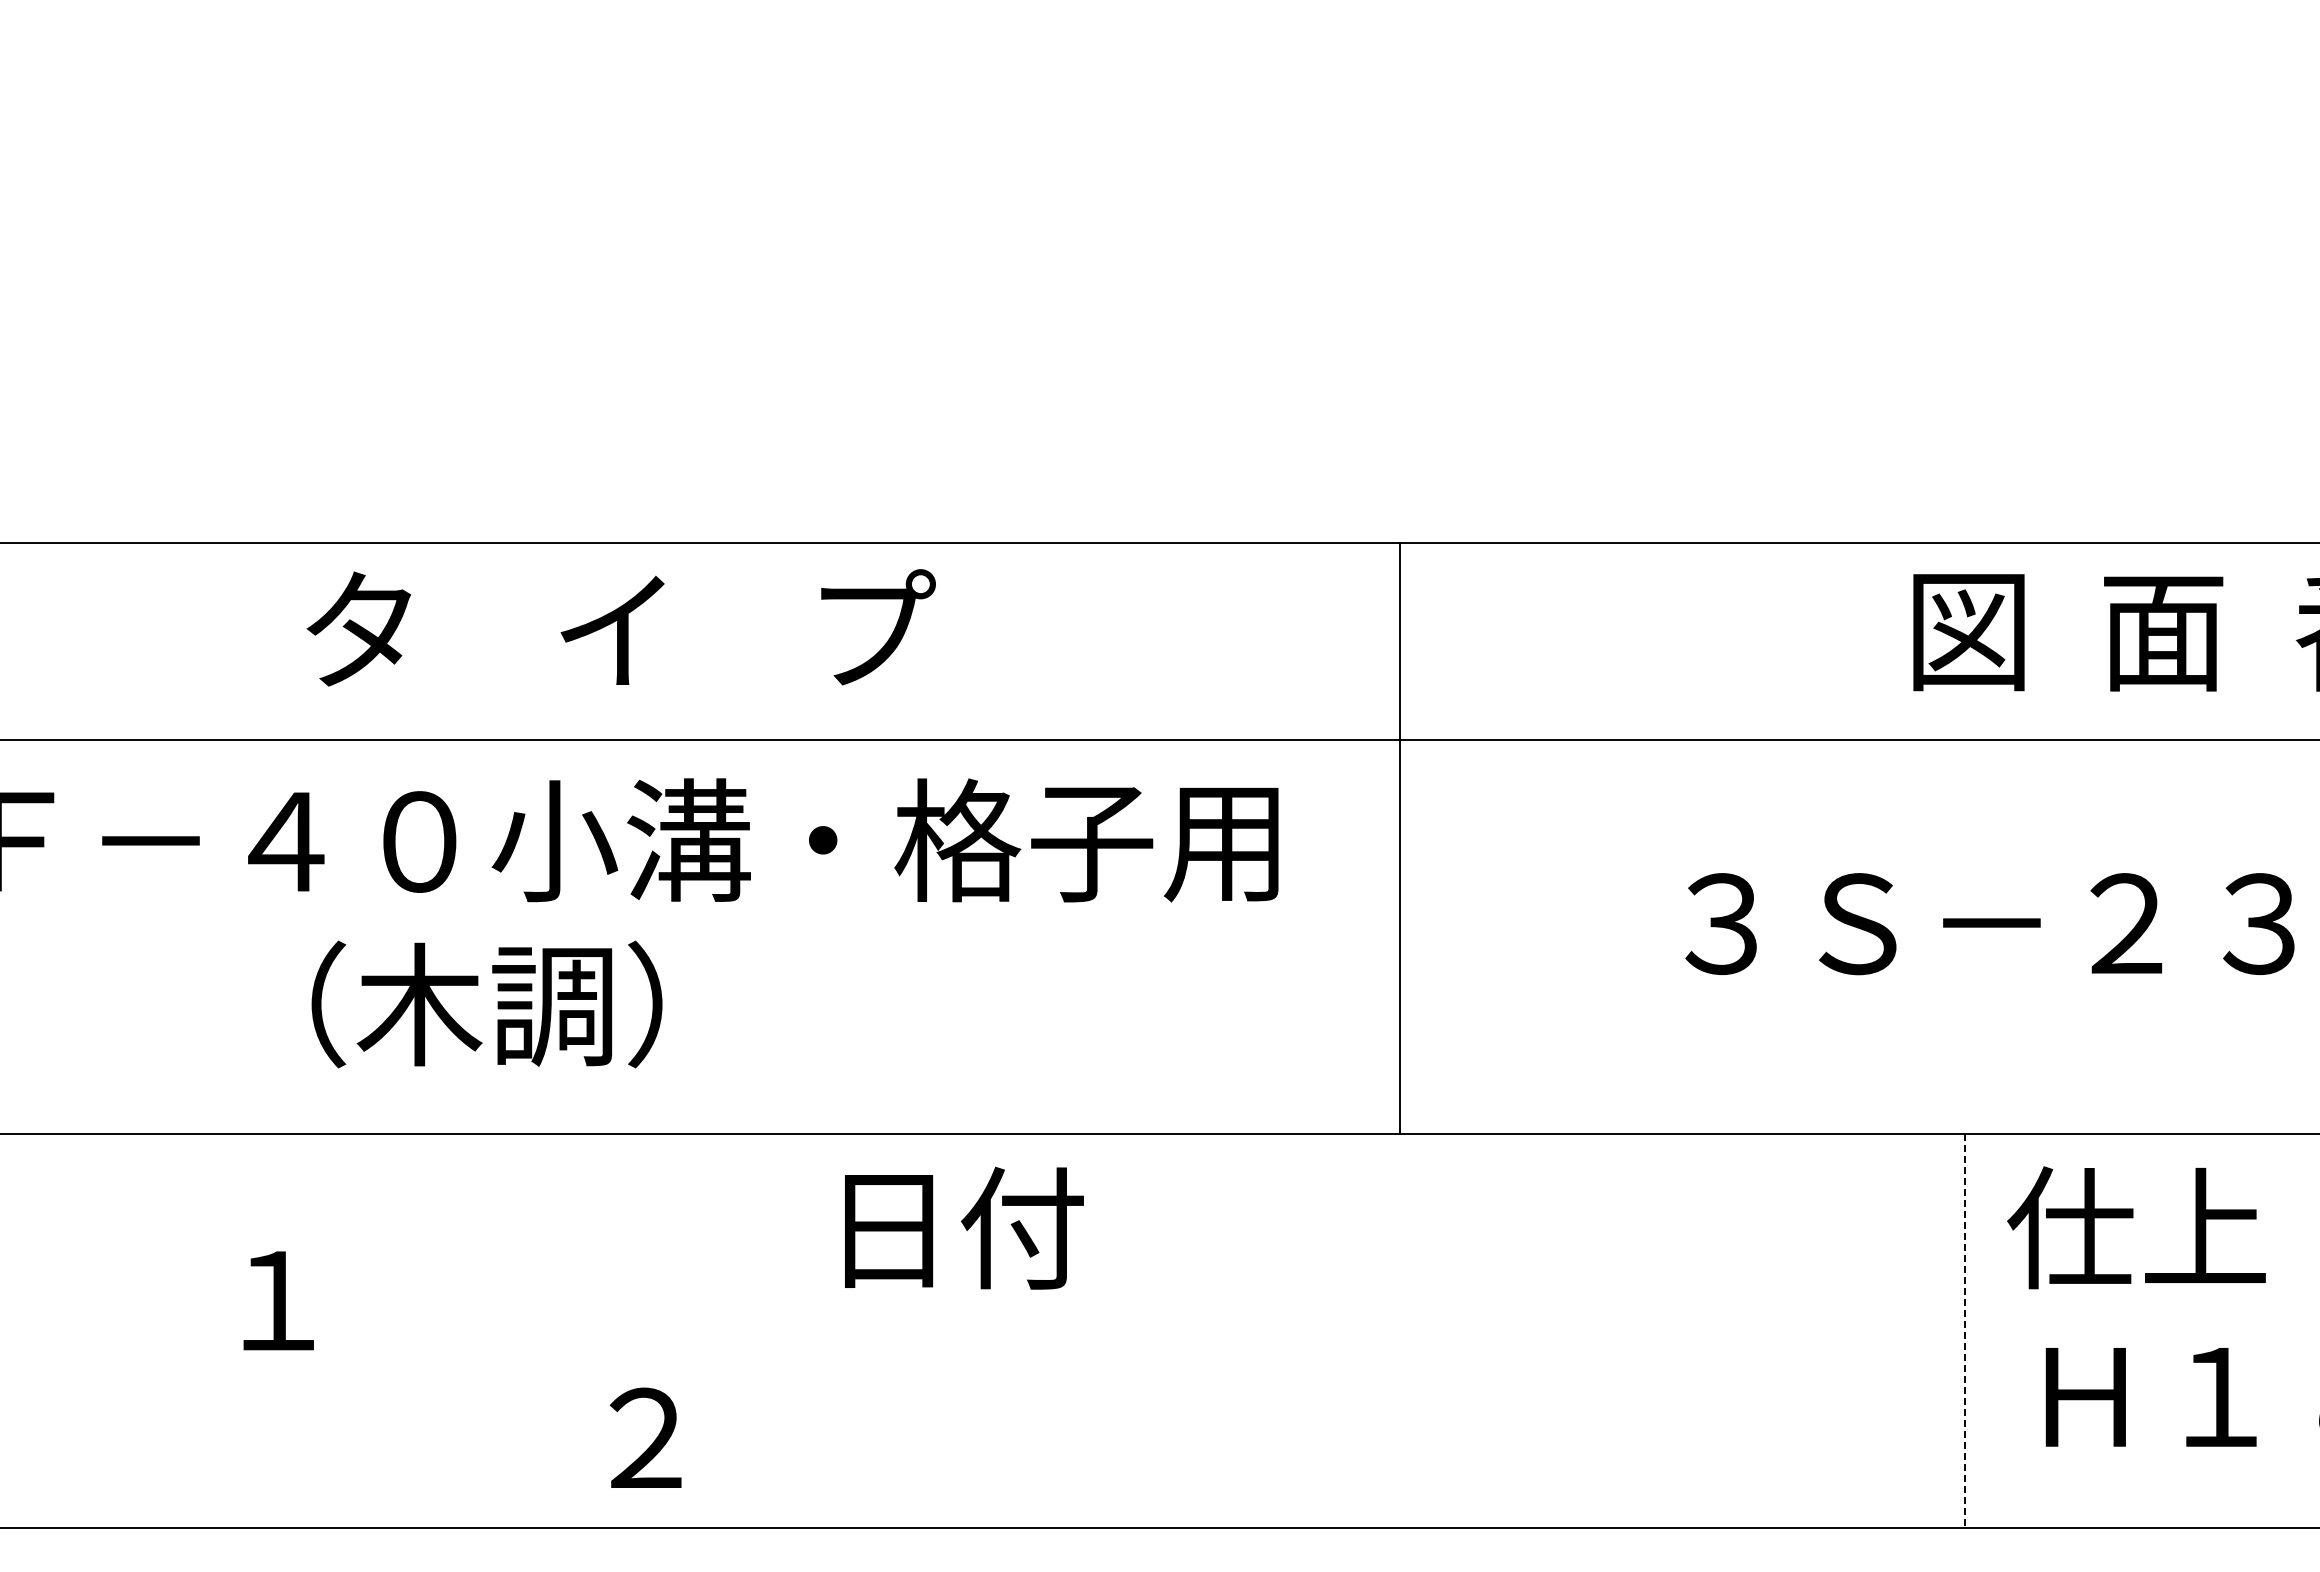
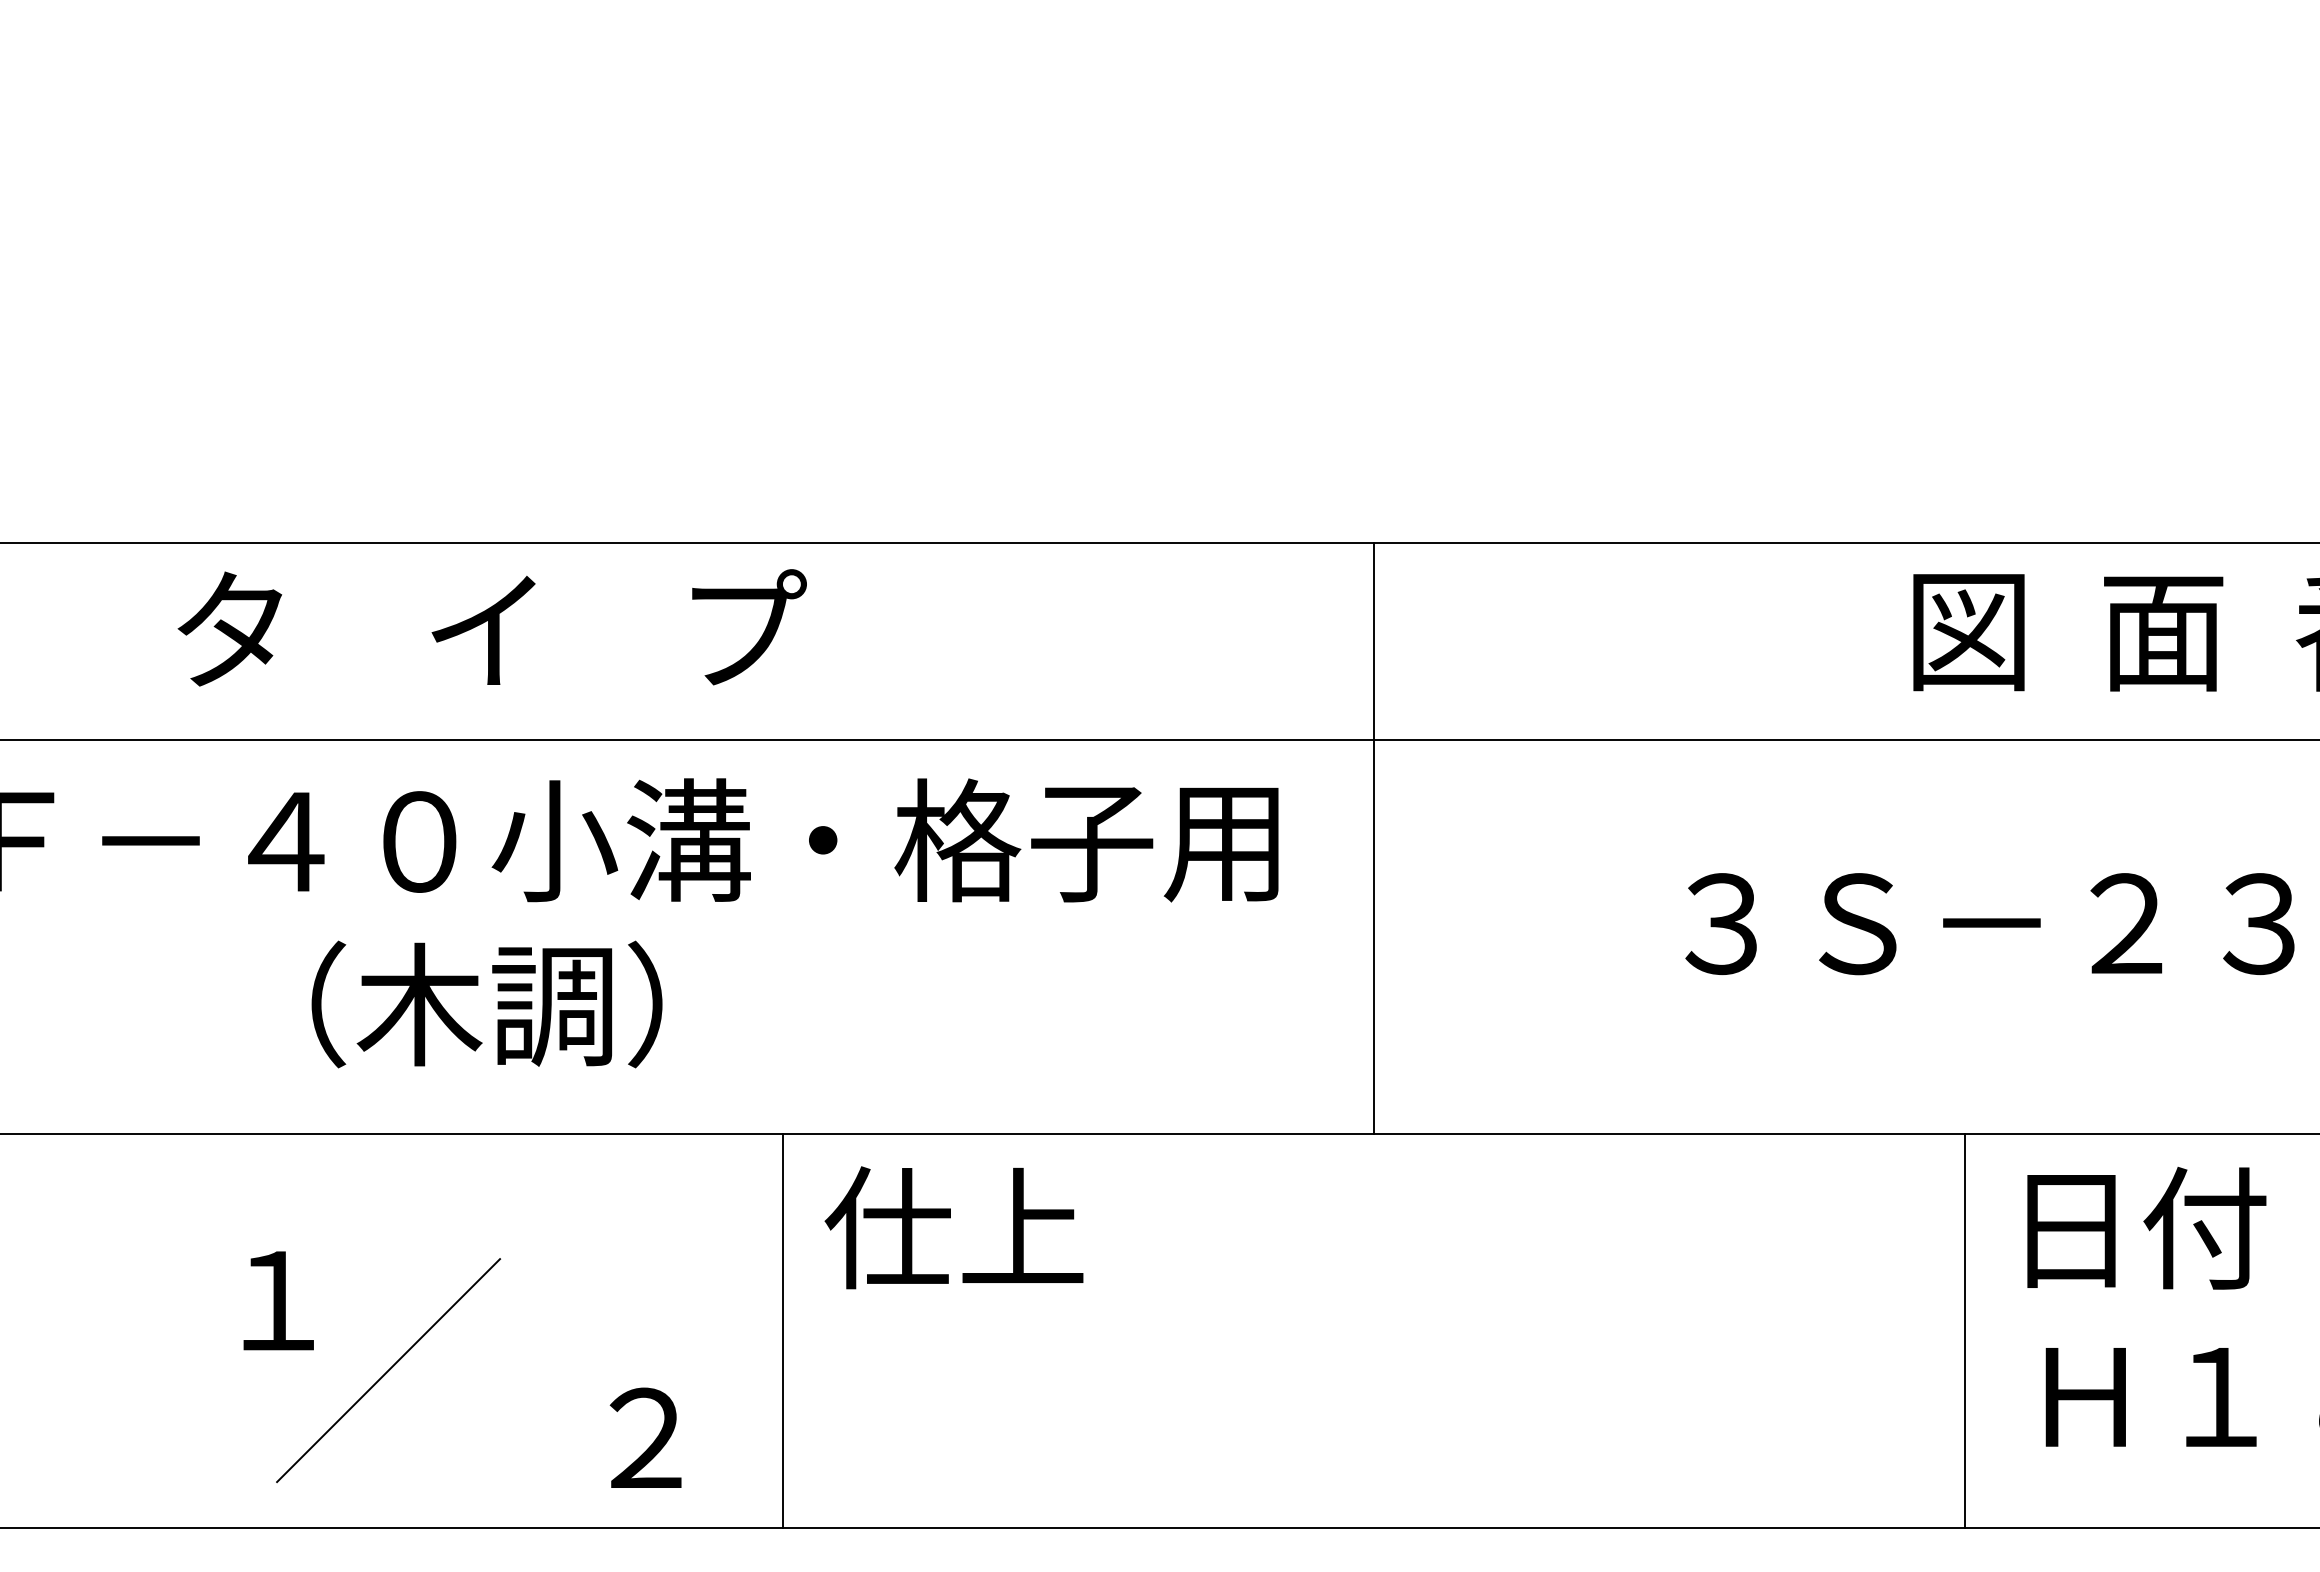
text at (620, 627) position: (620, 627) -> (491, 627)
line at (1399, 838) position: (1399, 838) -> (1373, 838)
text at (953, 1227): 日付 -> 仕上
text at (2136, 1227): 仕上 -> 日付
line at (782, 1331): none -> present
line at (1965, 1331): dashed -> solid
line at (388, 1370): none -> present
